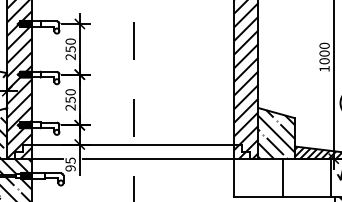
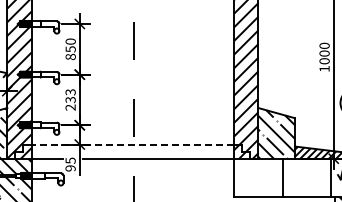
text at (70, 56): 250 -> 850
text at (70, 95): 250 -> 233
line at (132, 144): solid -> dashed
